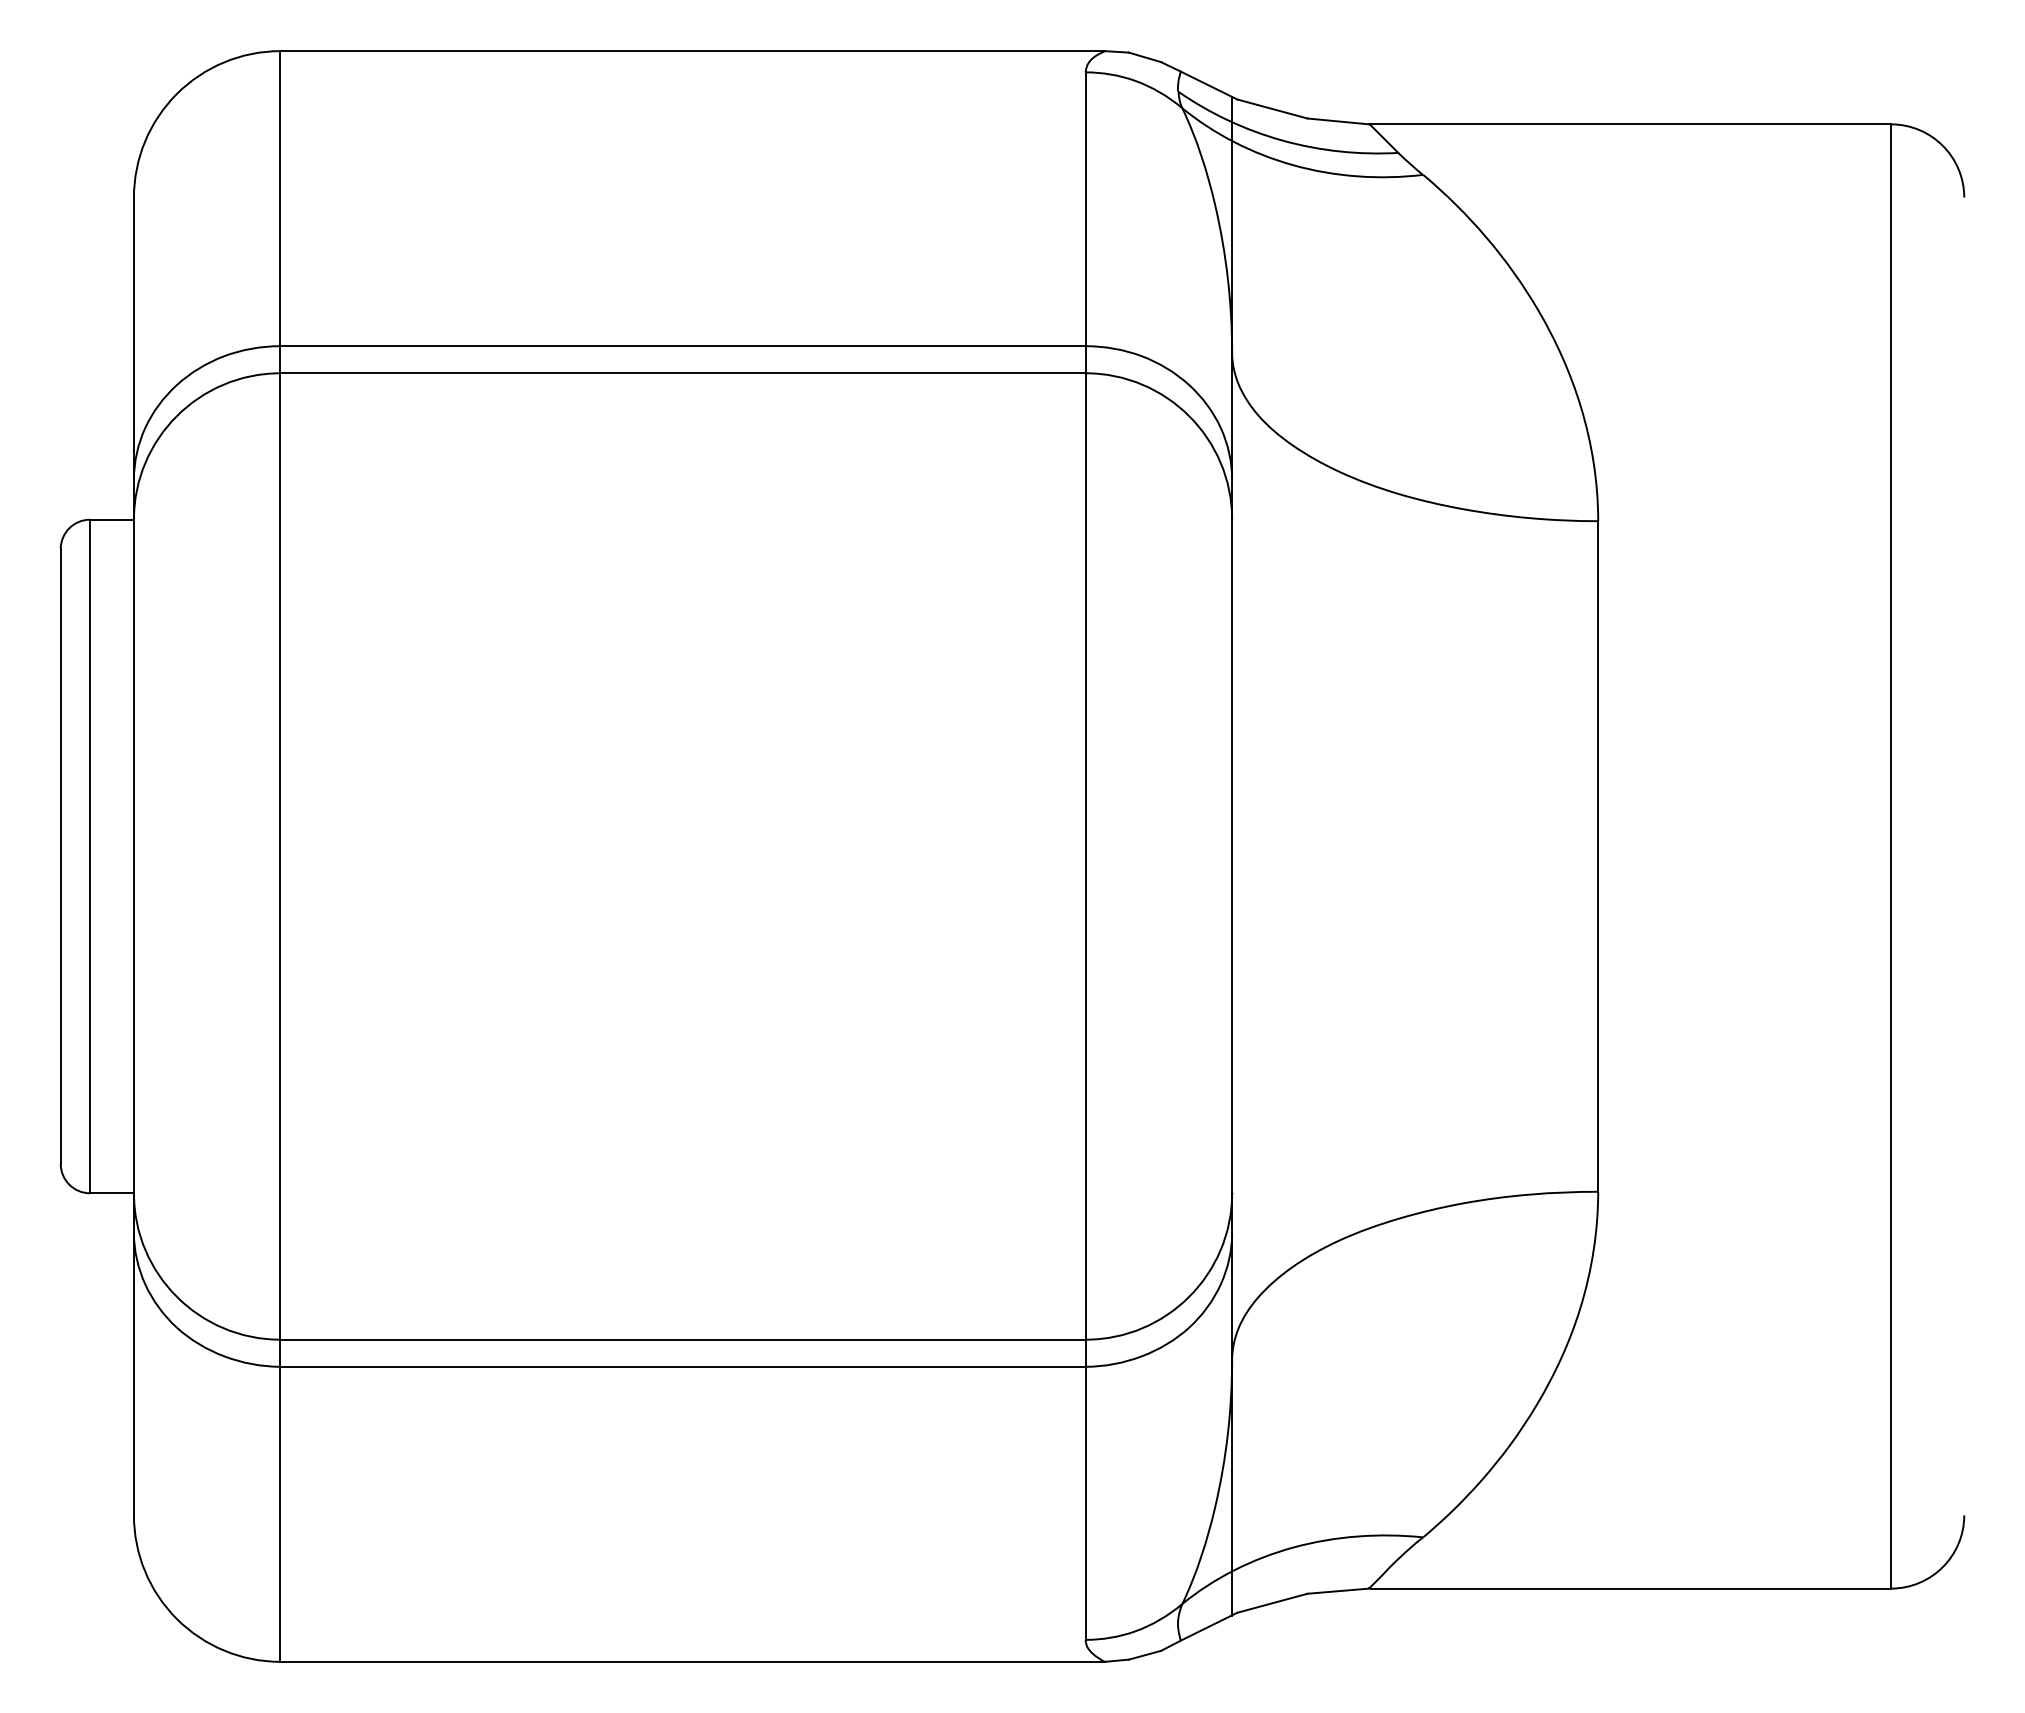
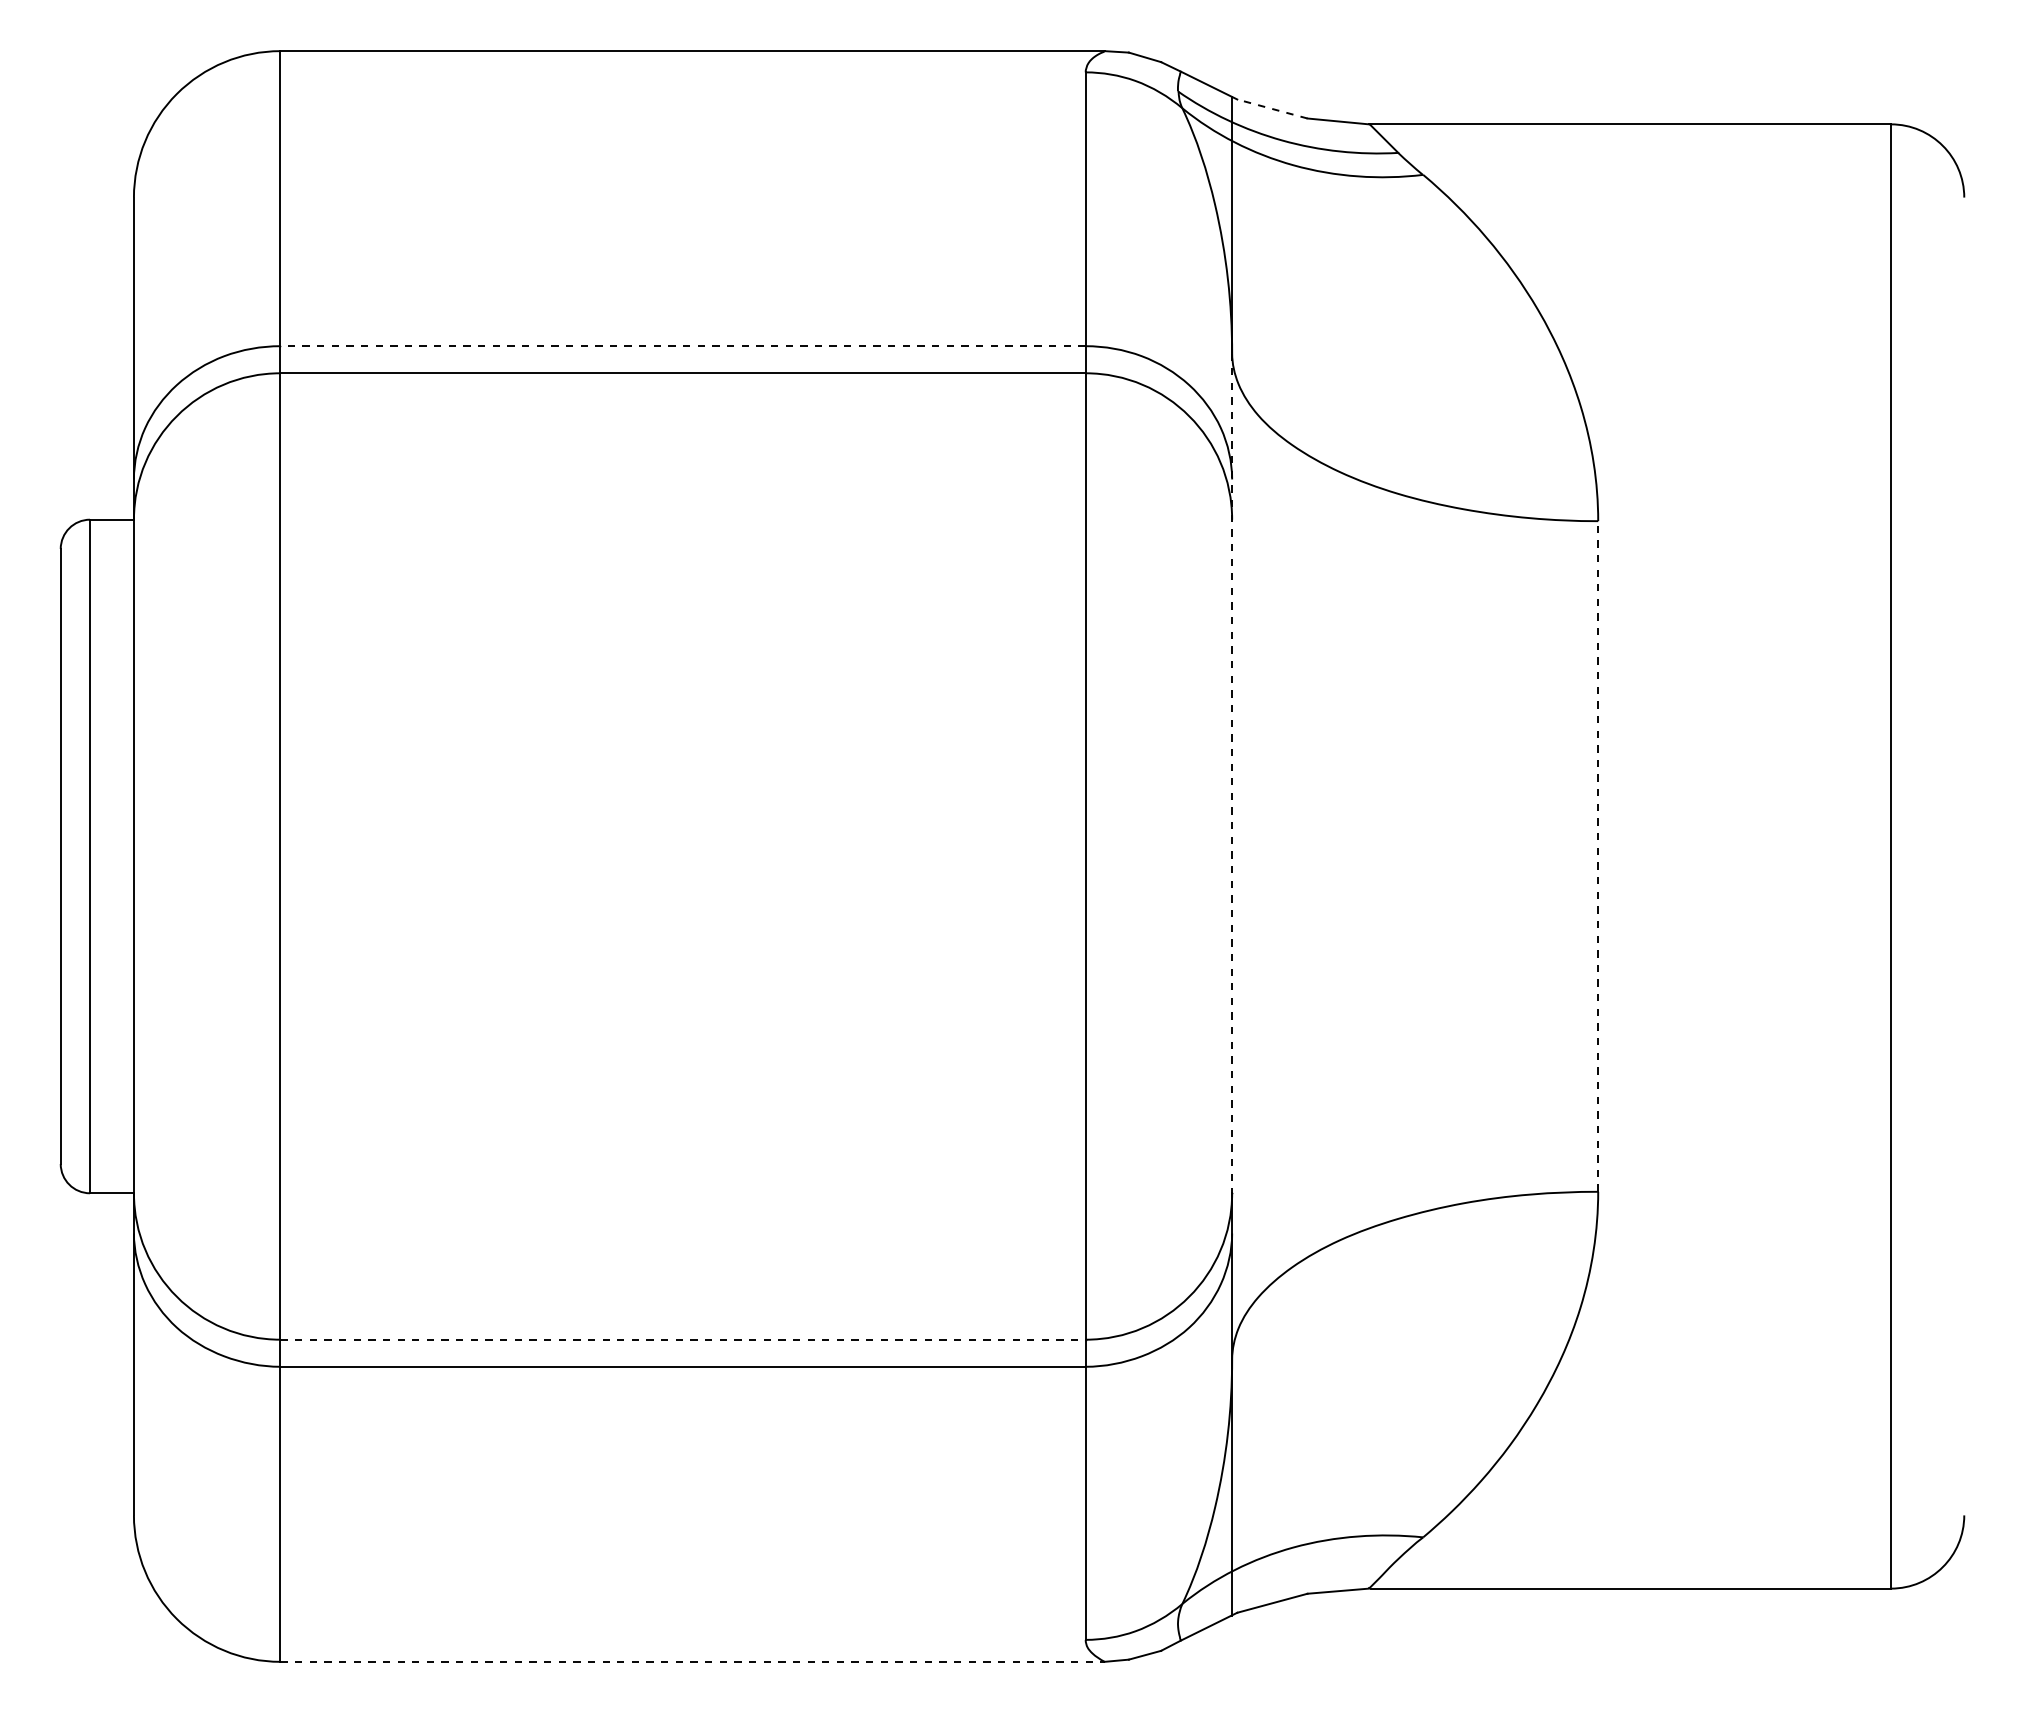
line at (1271, 108): solid -> dashed
line at (683, 346): solid -> dashed
line at (1232, 773): solid -> dashed
line at (1598, 856): solid -> dashed
line at (683, 1339): solid -> dashed
line at (693, 1661): solid -> dashed
